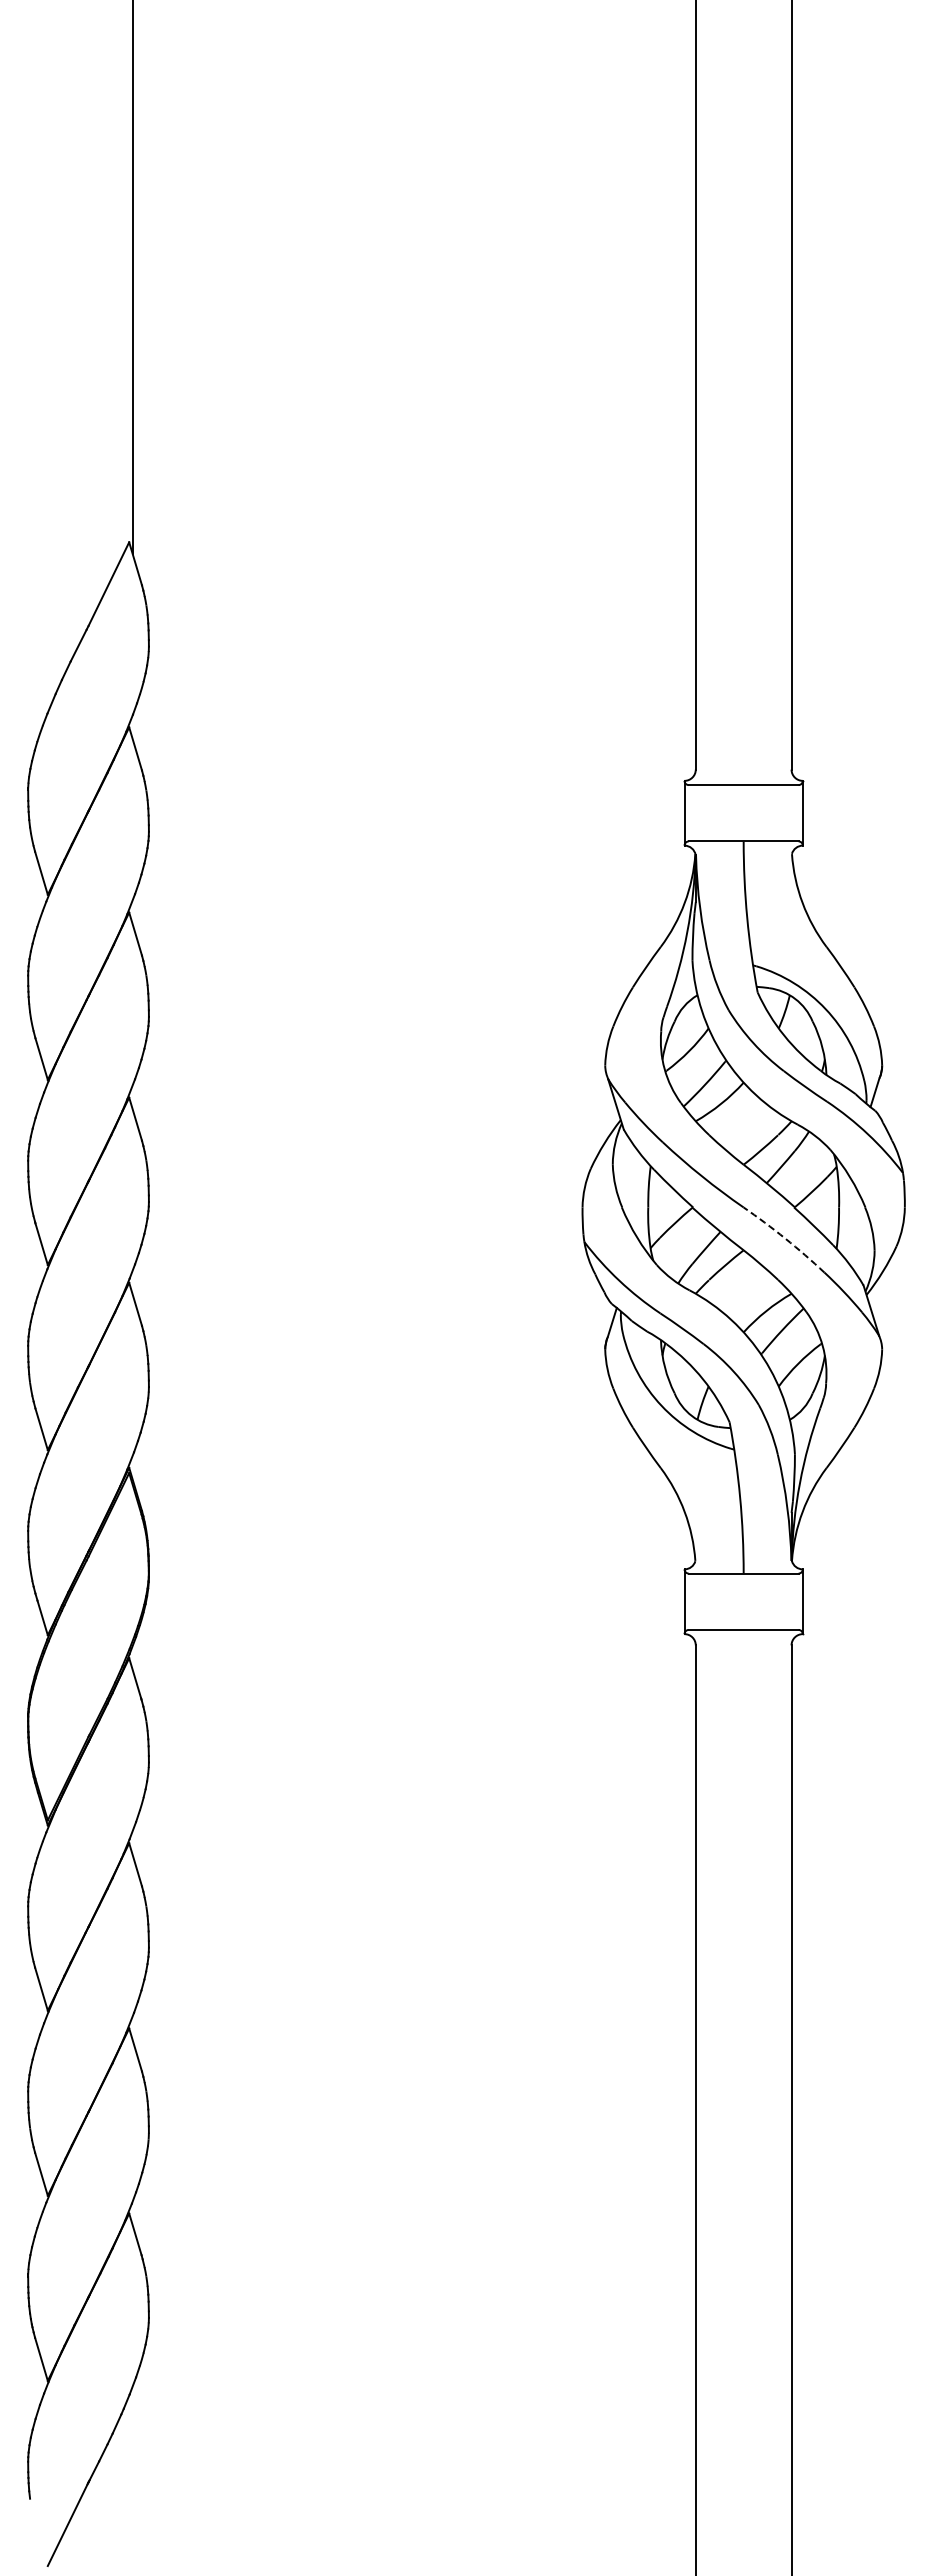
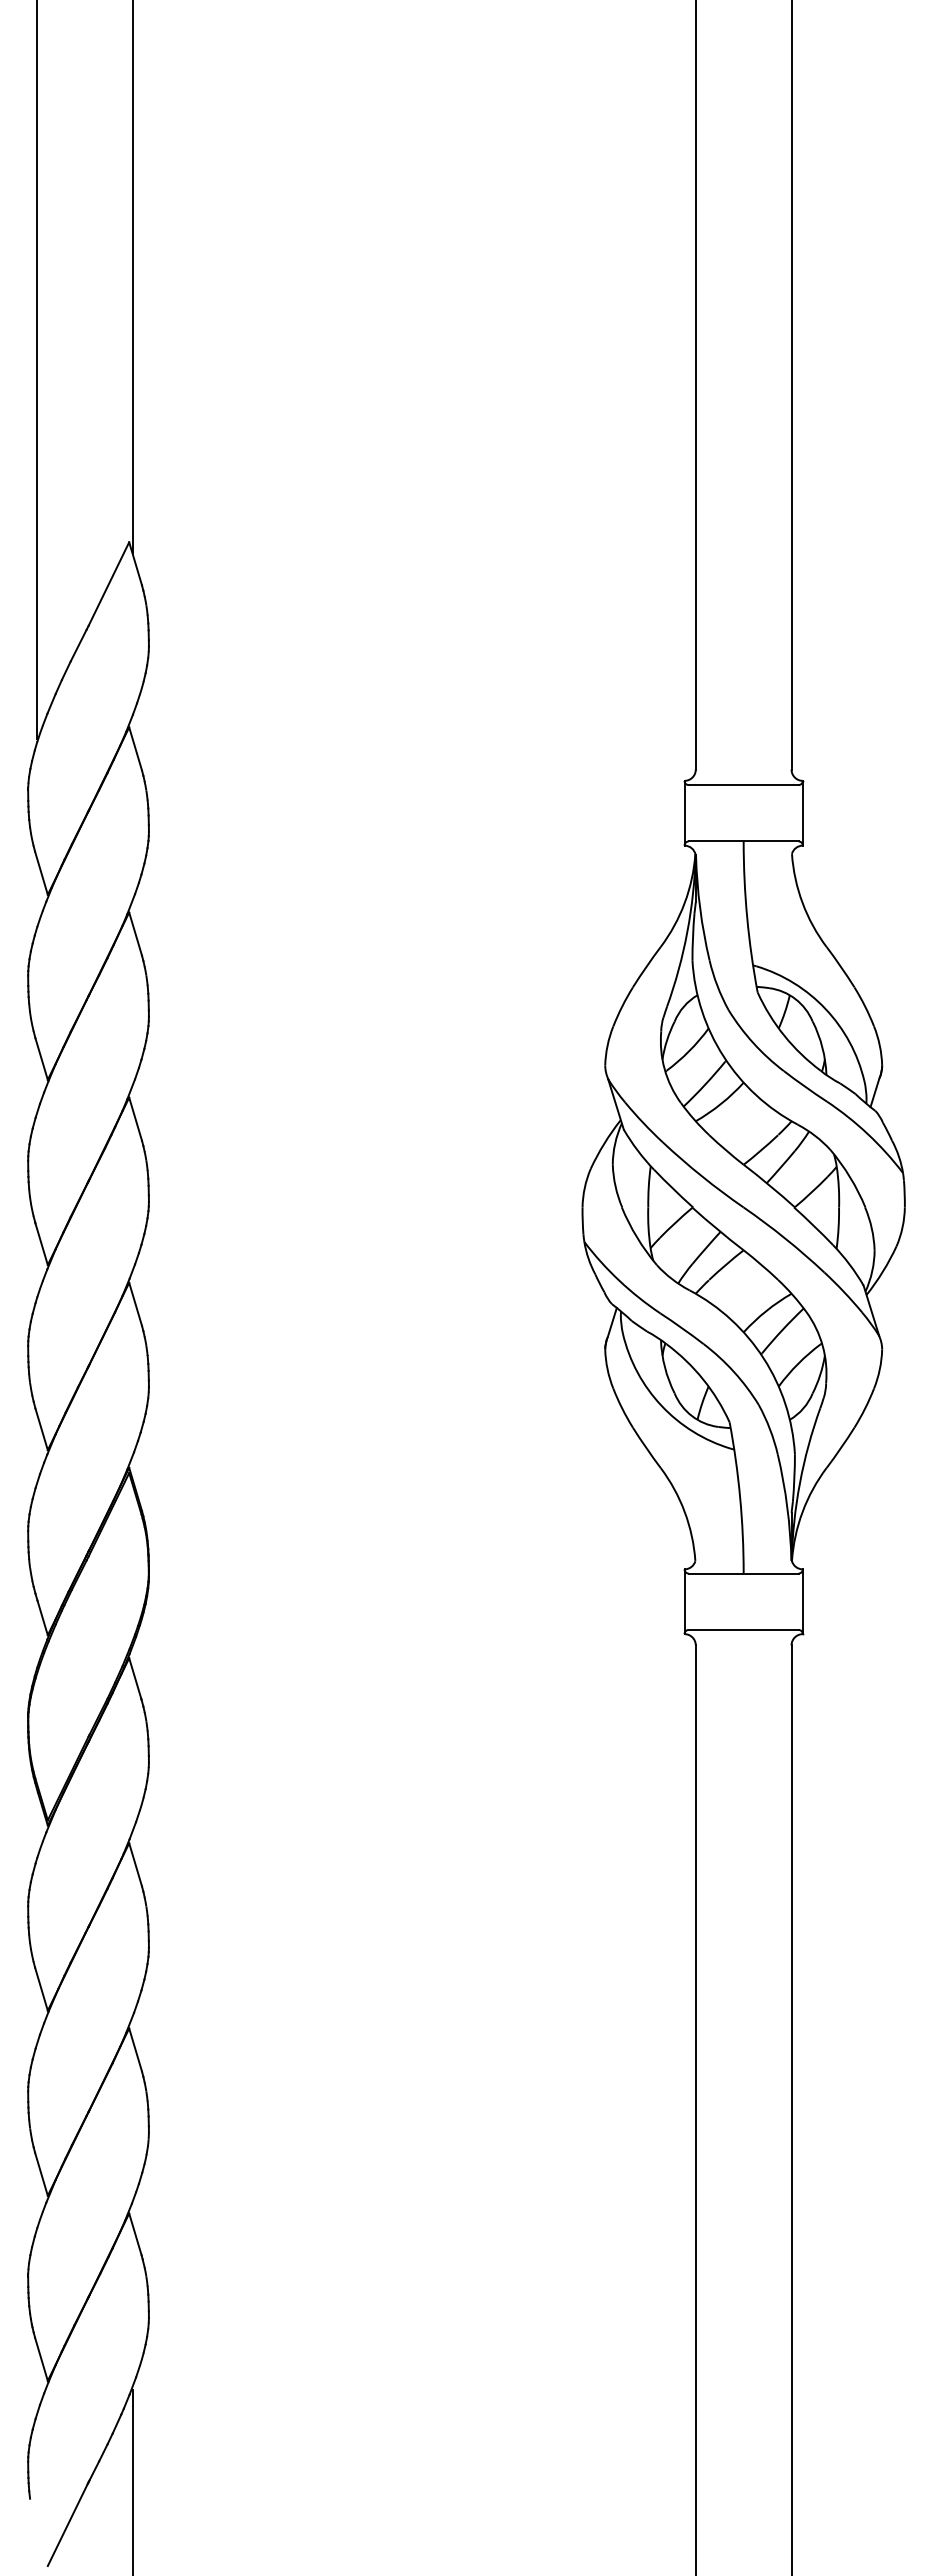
line at (36, 370): none -> present
arc at (785, 1238): dashed -> solid
line at (132, 2480): none -> present
